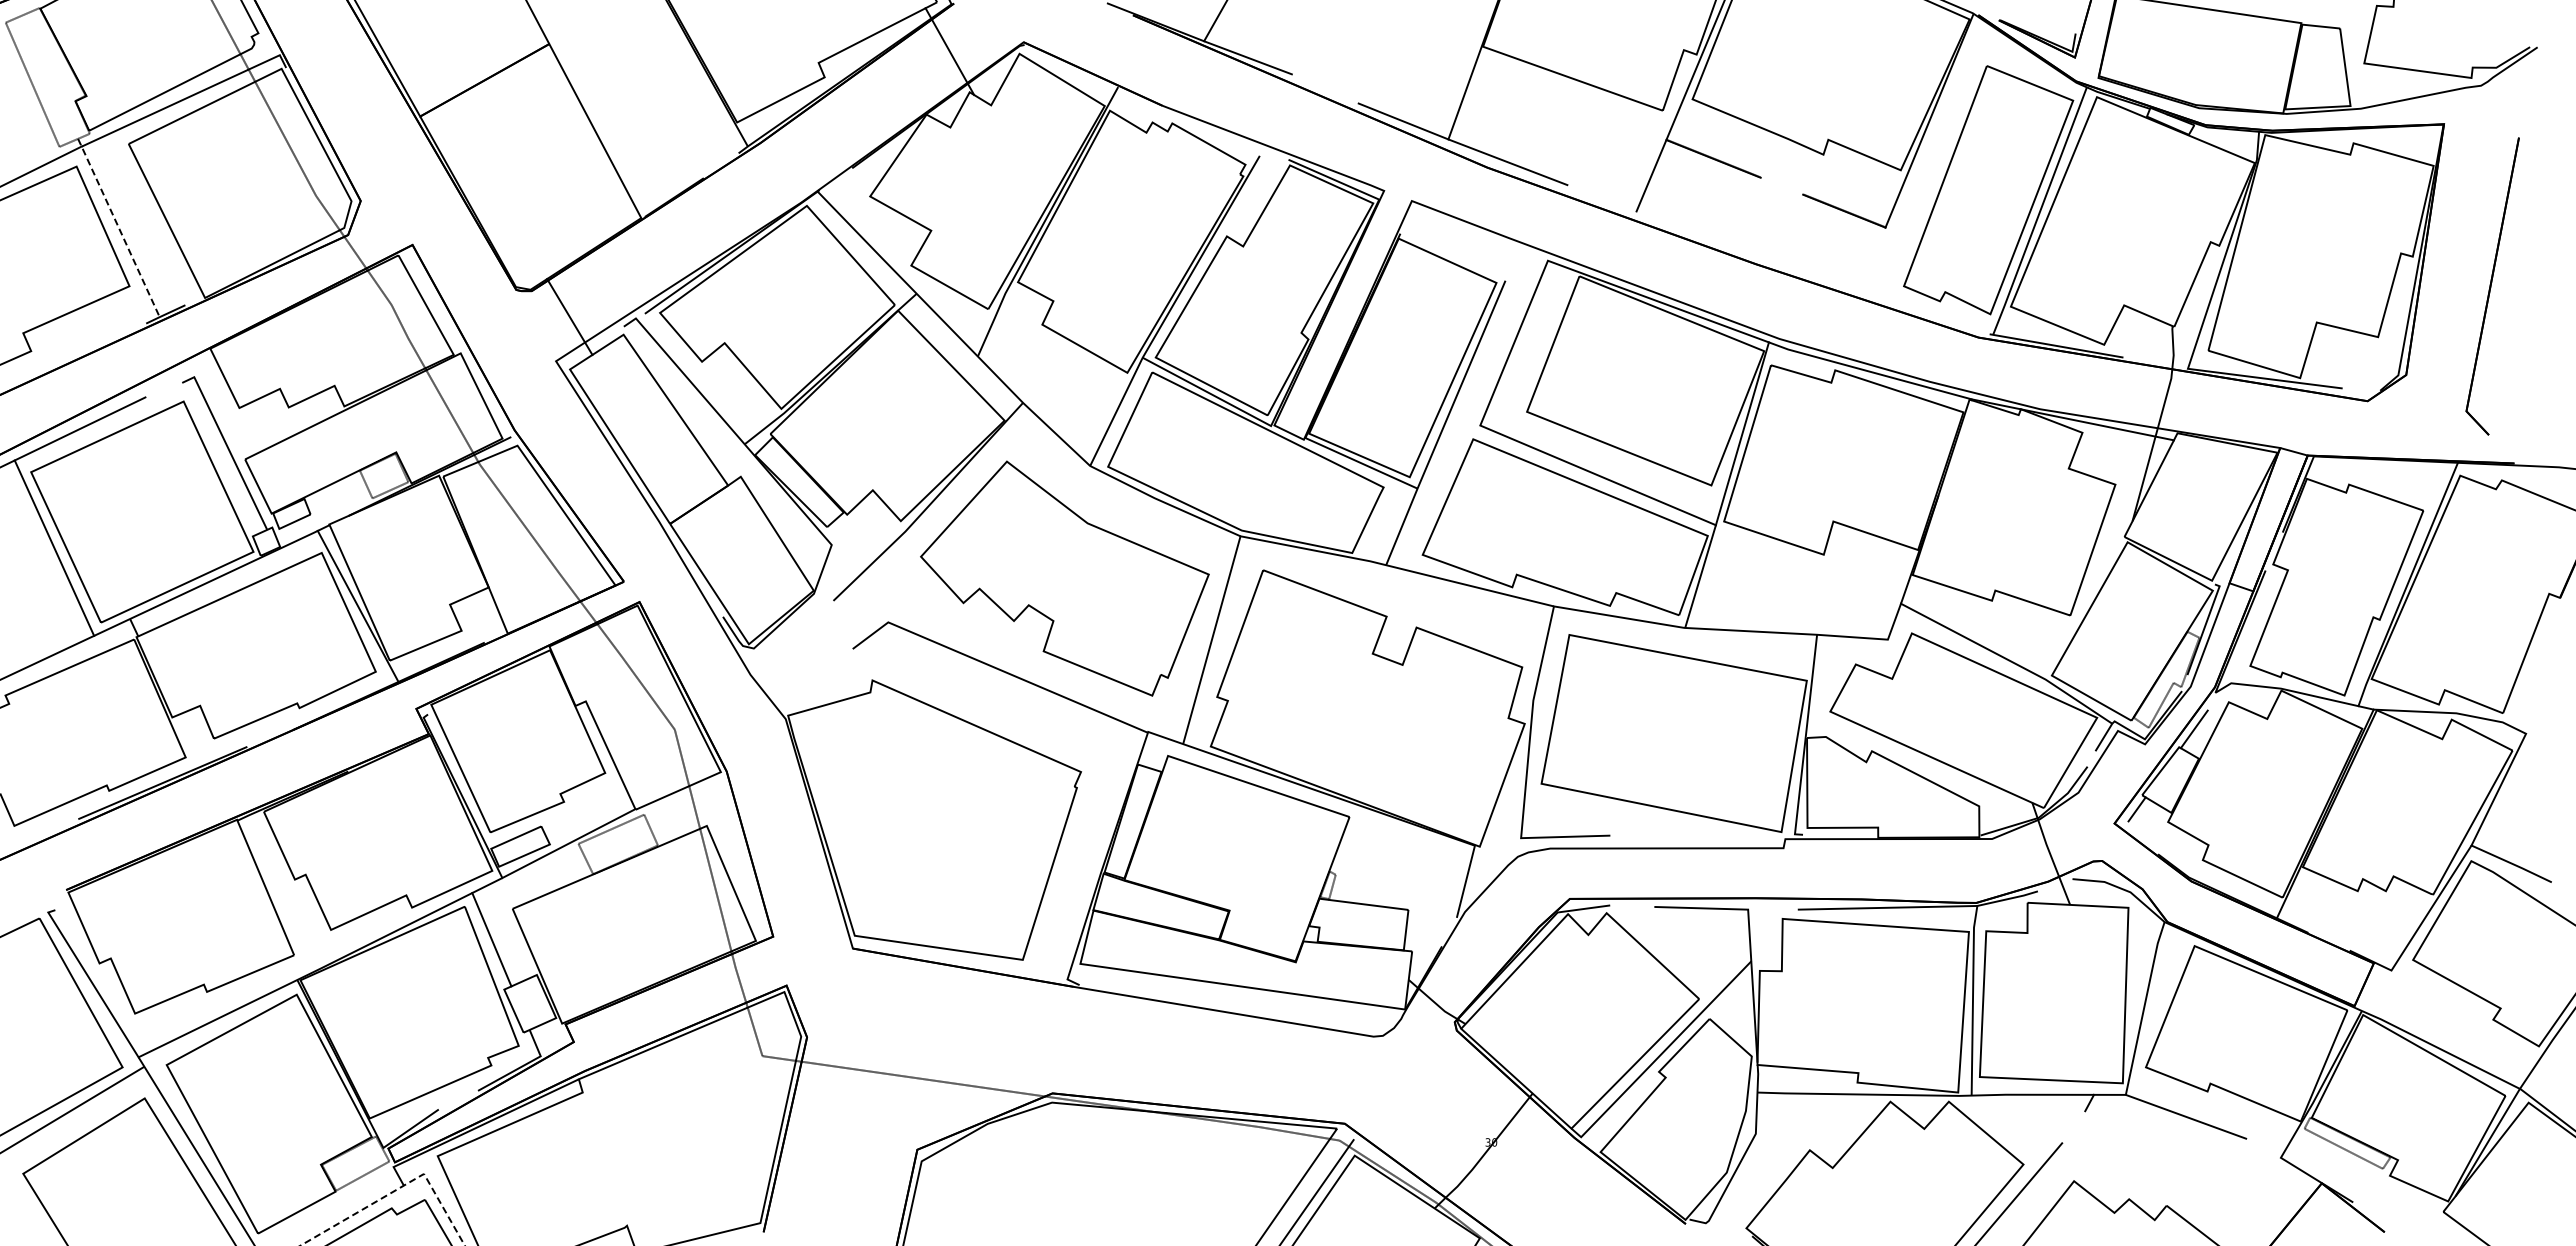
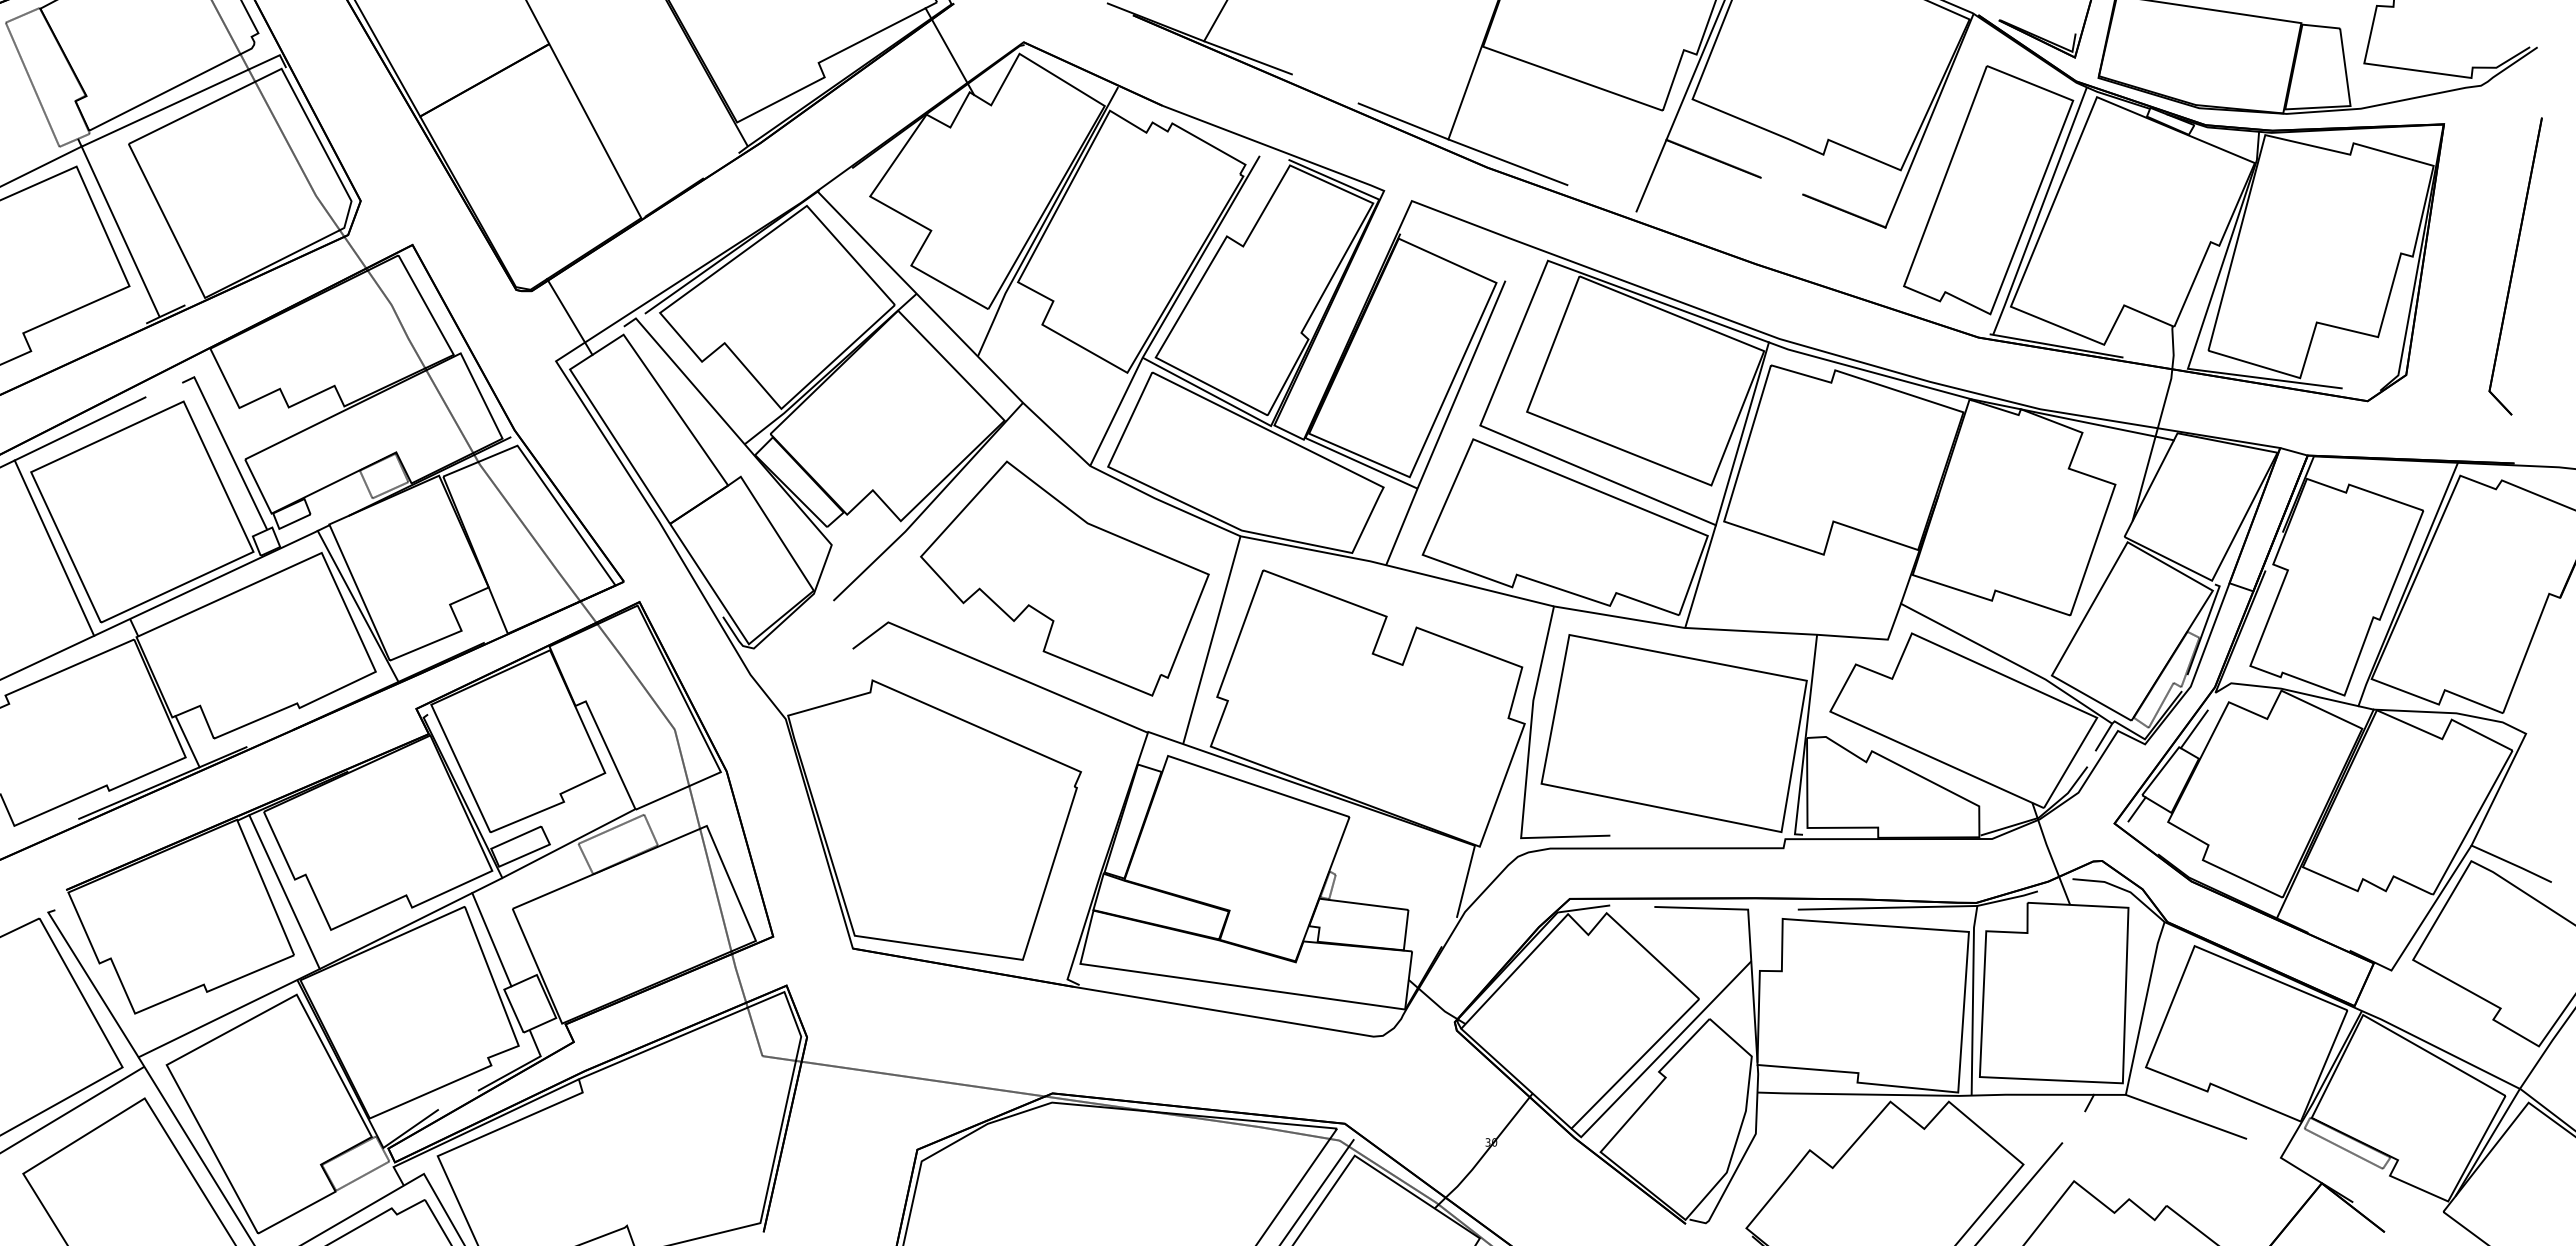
line at (118, 227): dashed -> solid
part at (2492, 286) position: (2492, 286) -> (2515, 266)
line at (187, 741): none -> present
line at (284, 892): none -> present
line at (398, 1188): dashed -> solid
